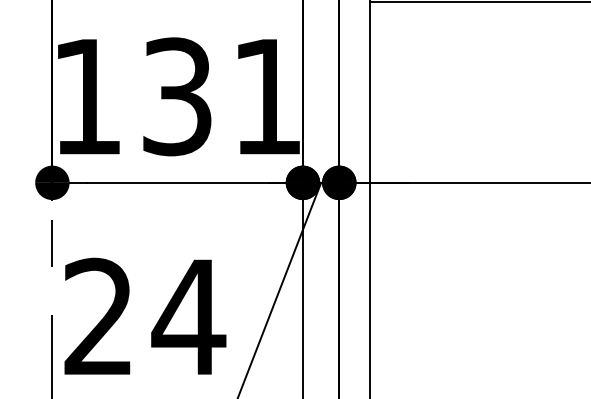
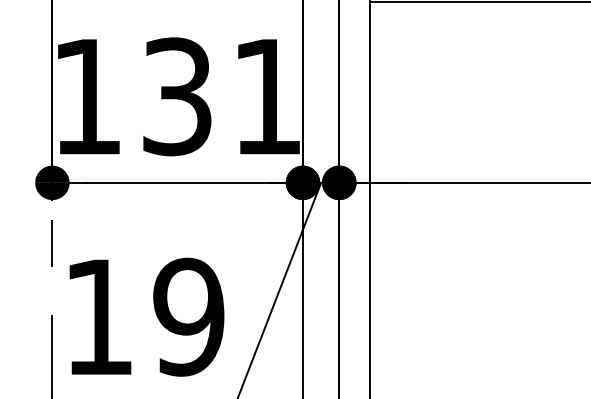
text at (145, 316): 24 -> 19
